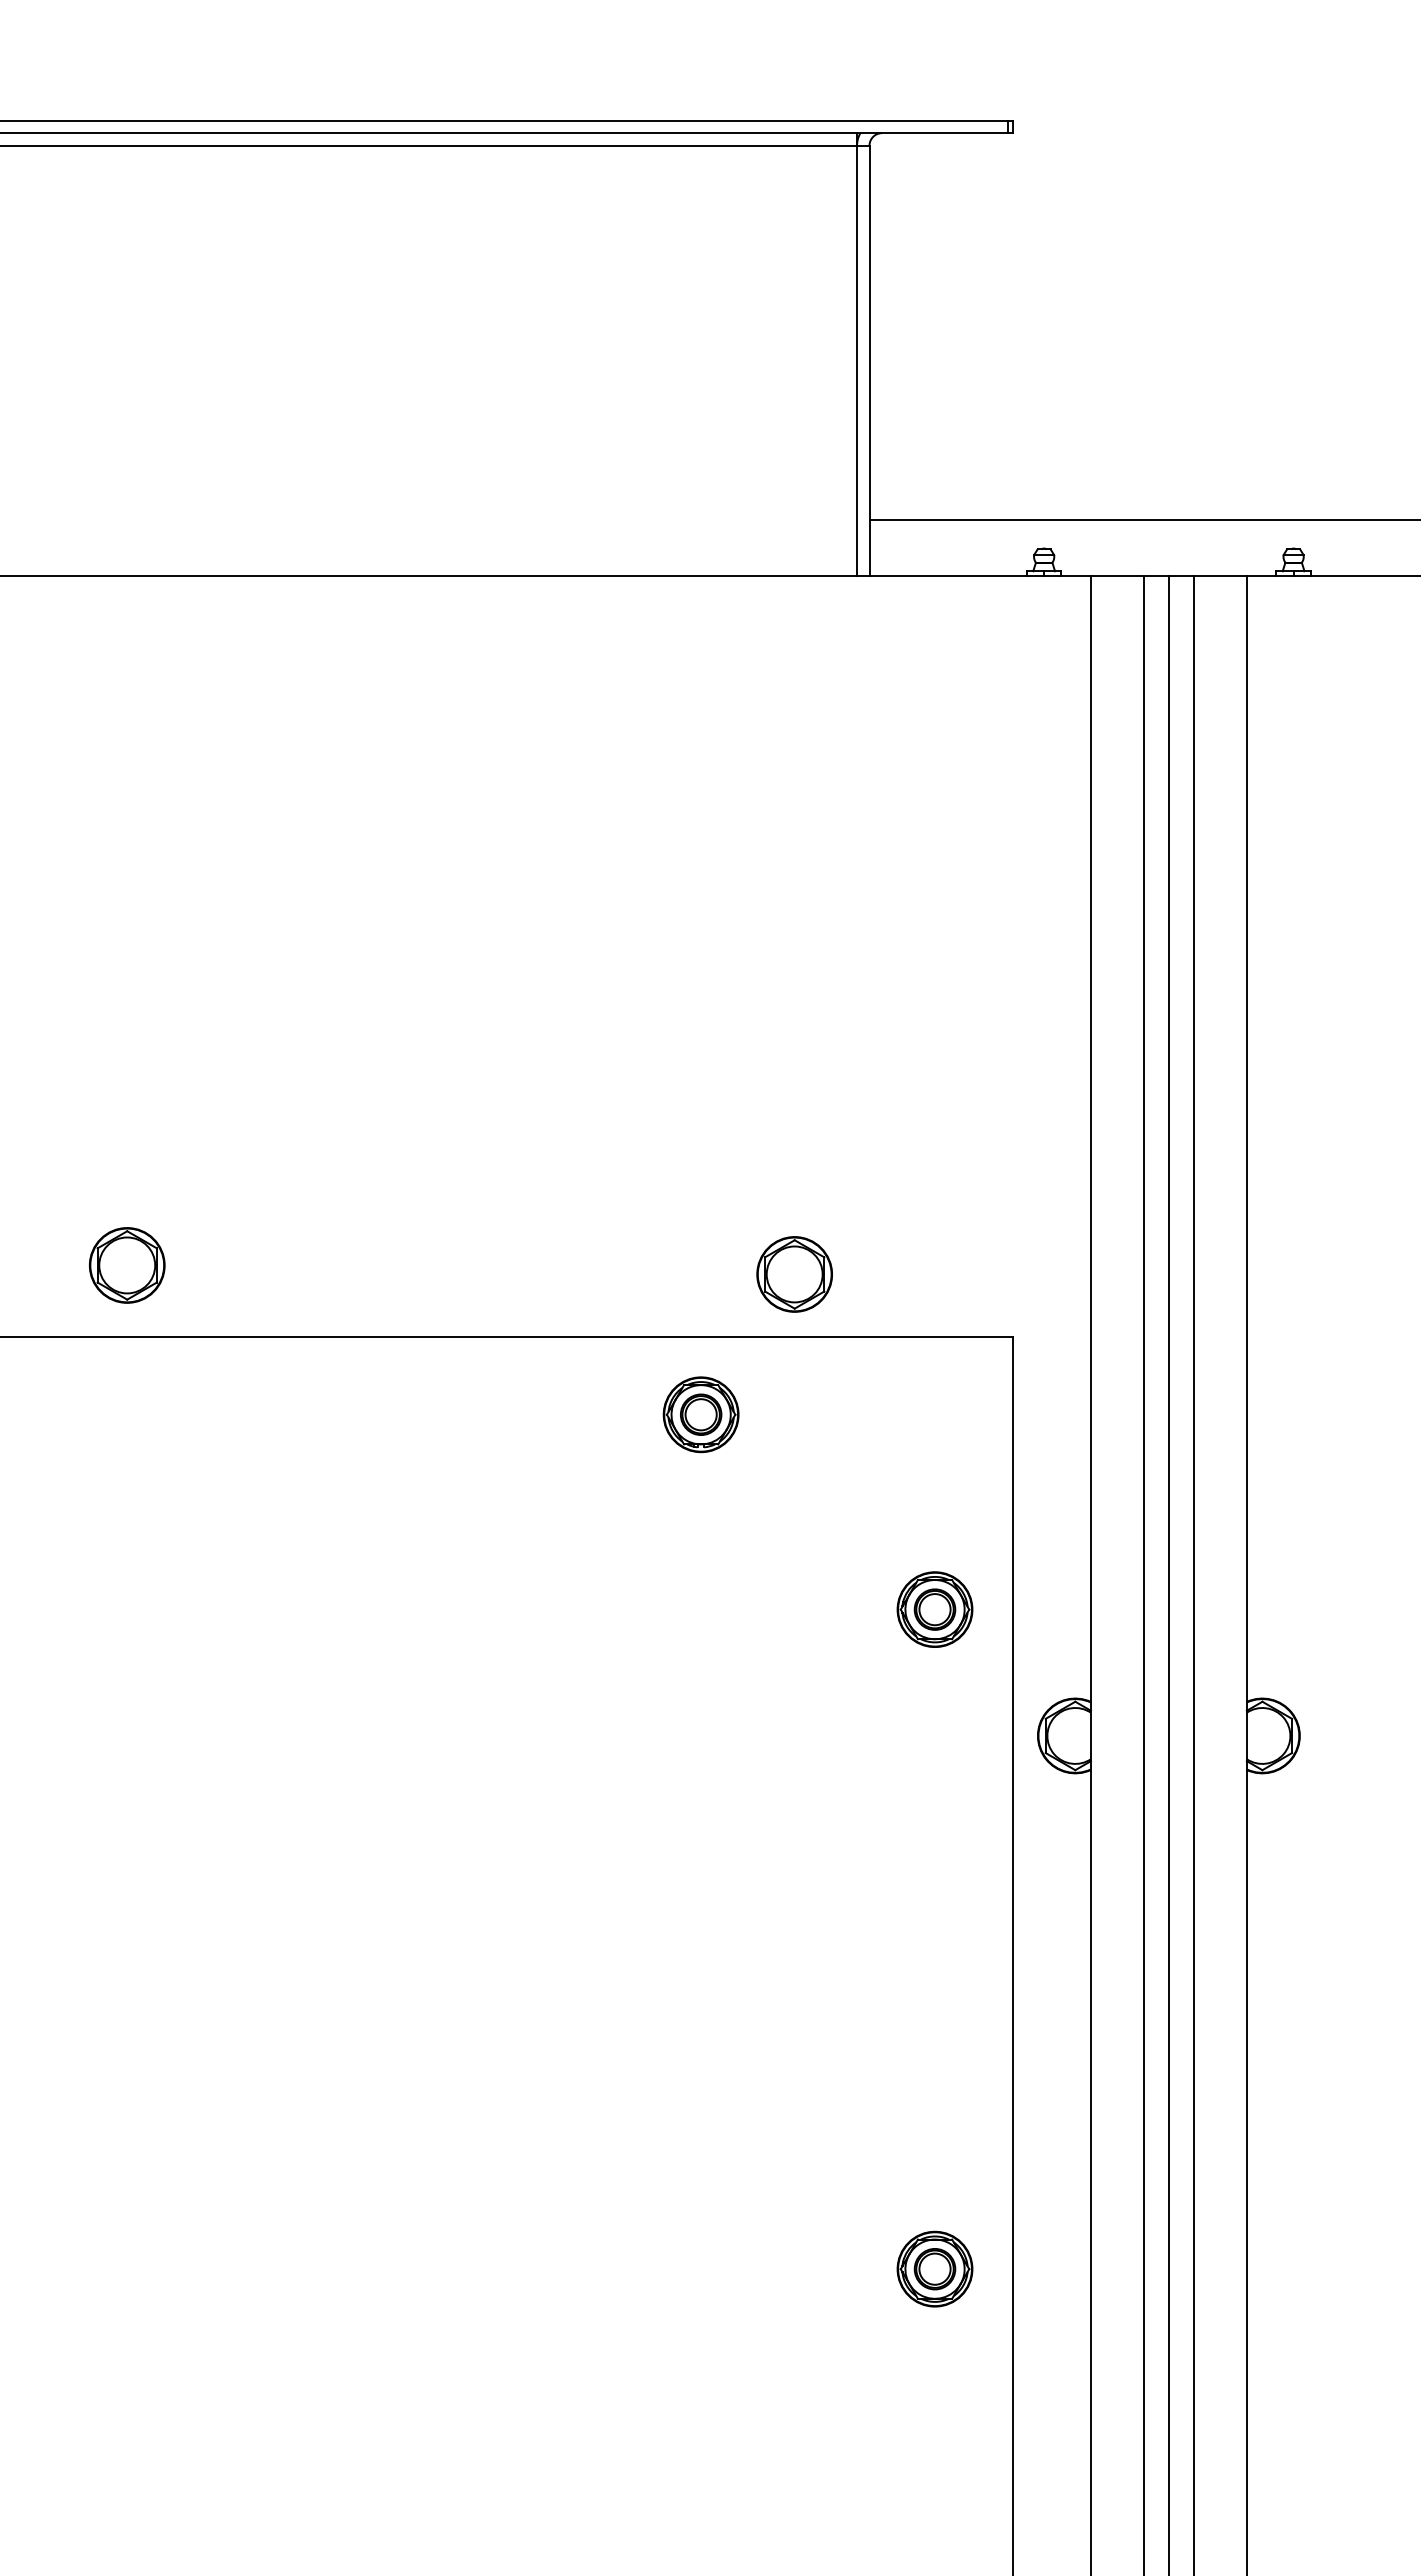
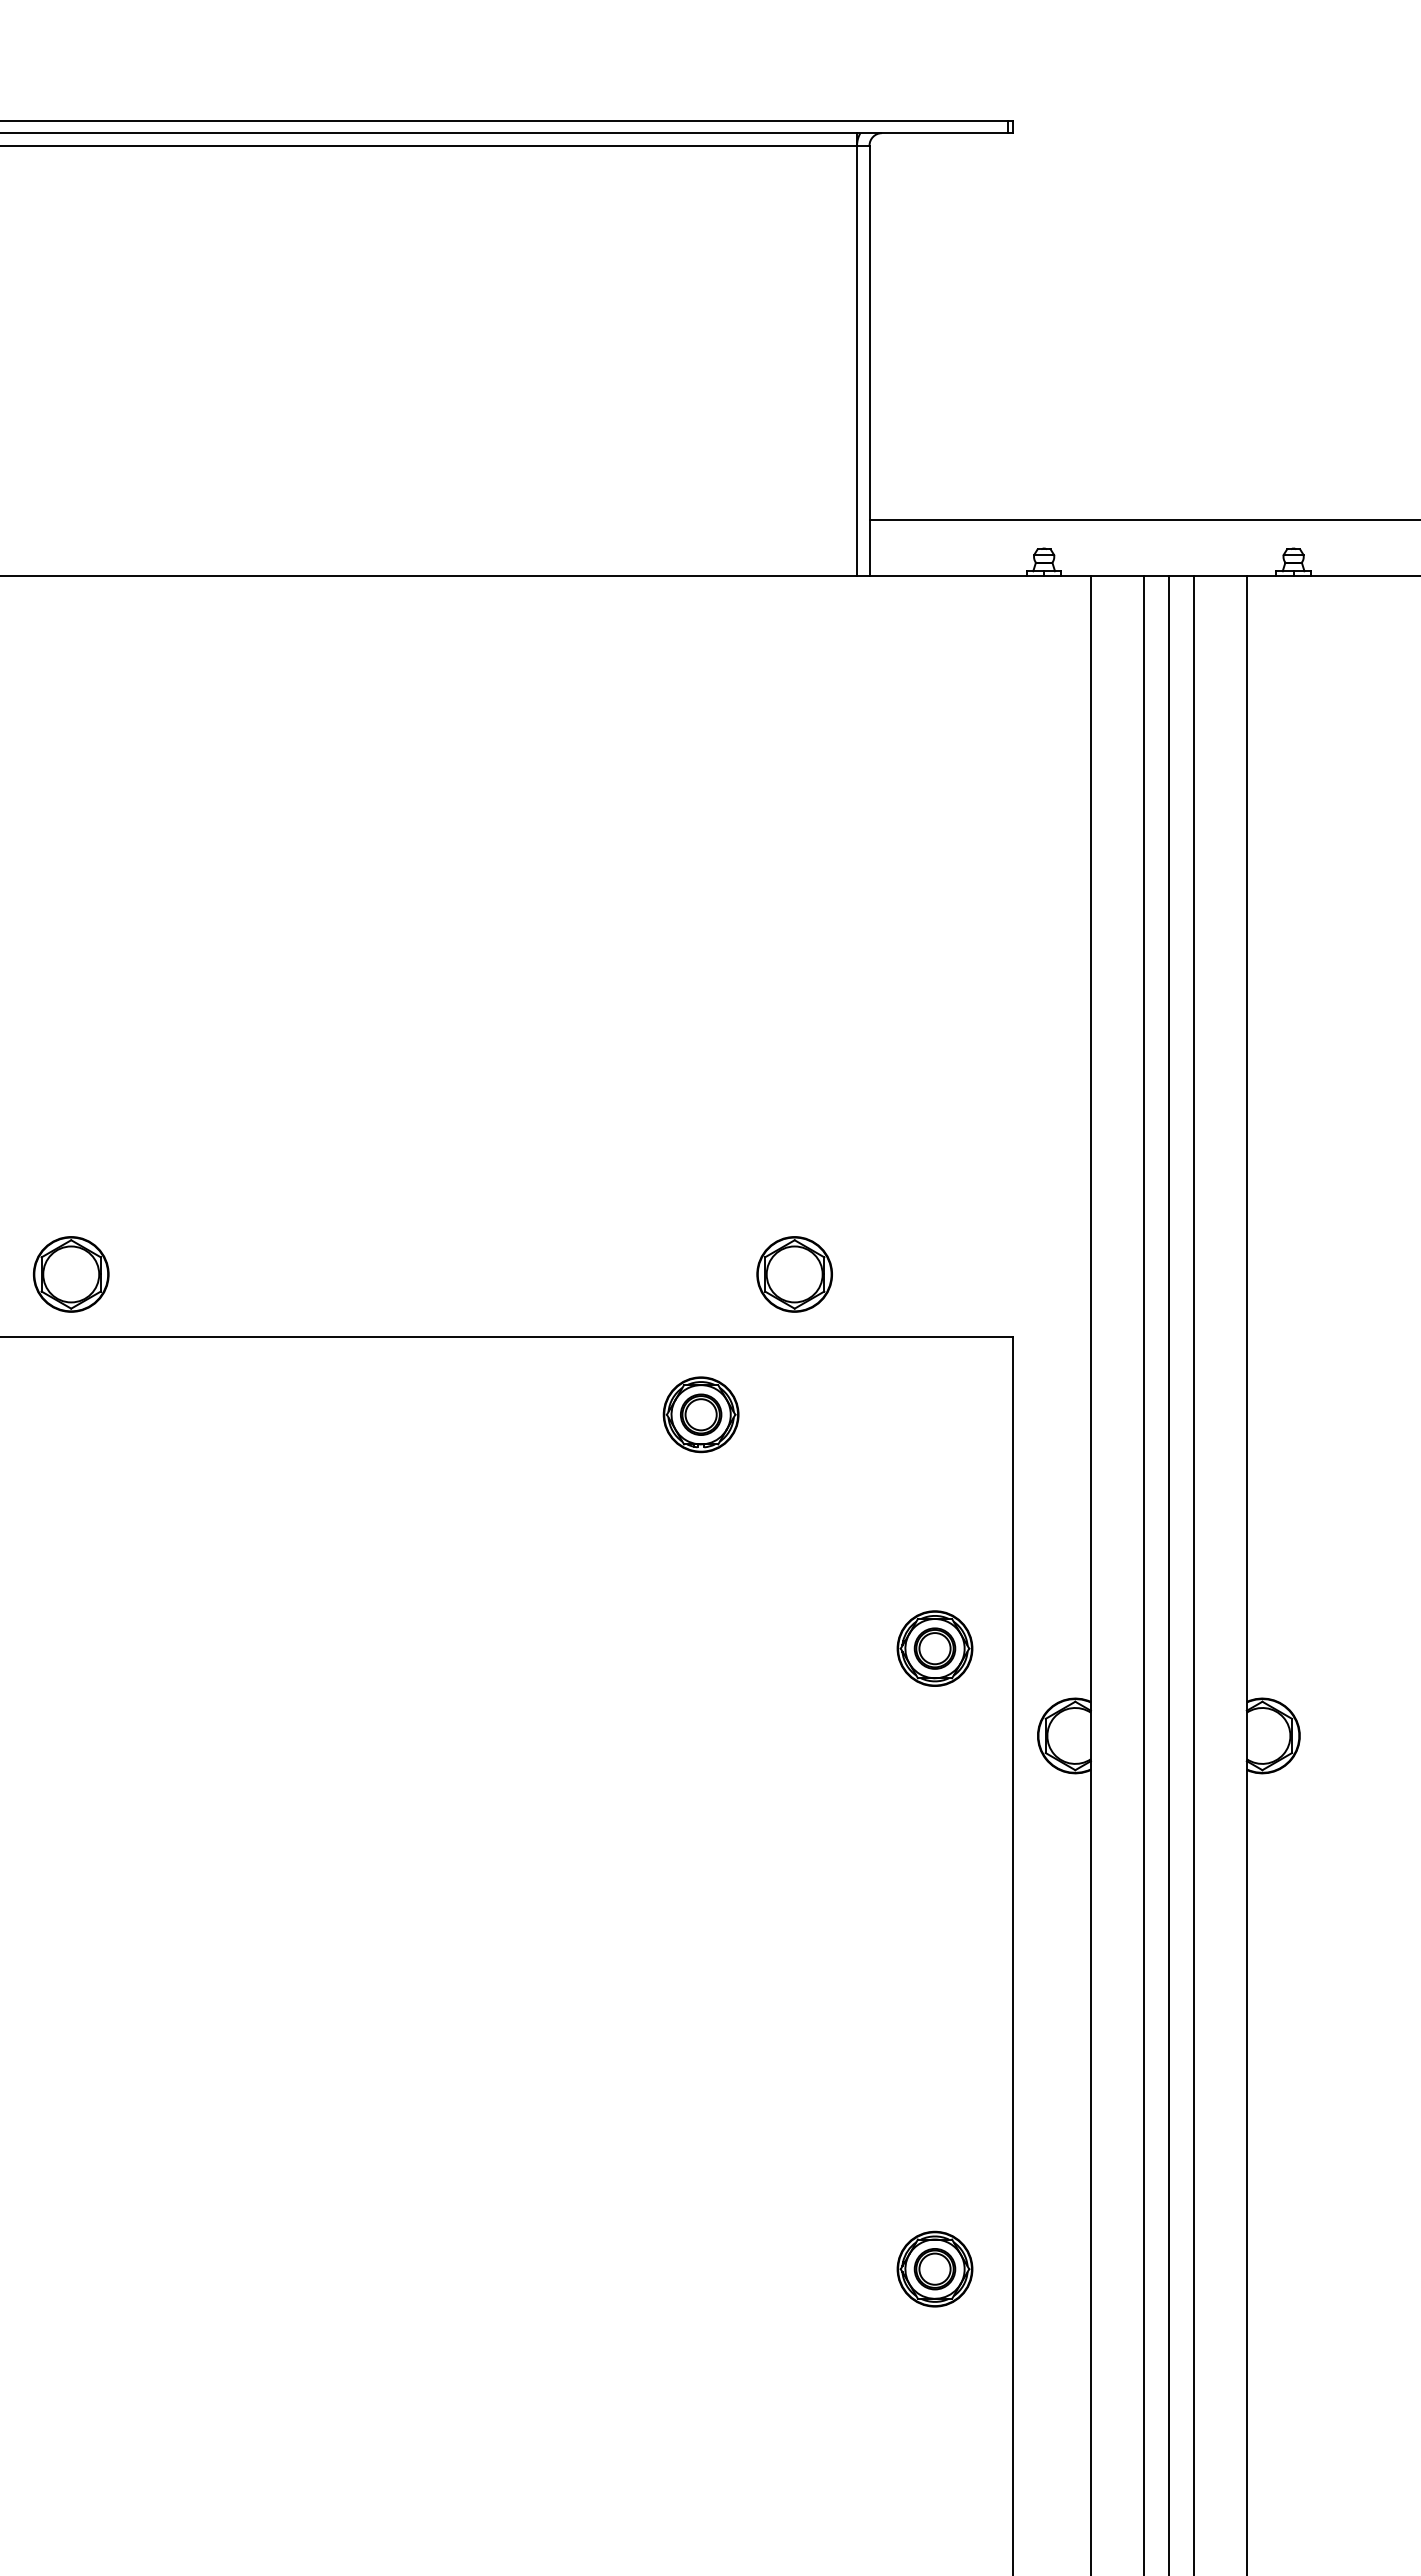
part at (127, 1265) position: (127, 1265) -> (71, 1274)
part at (934, 1609) position: (934, 1609) -> (934, 1648)
